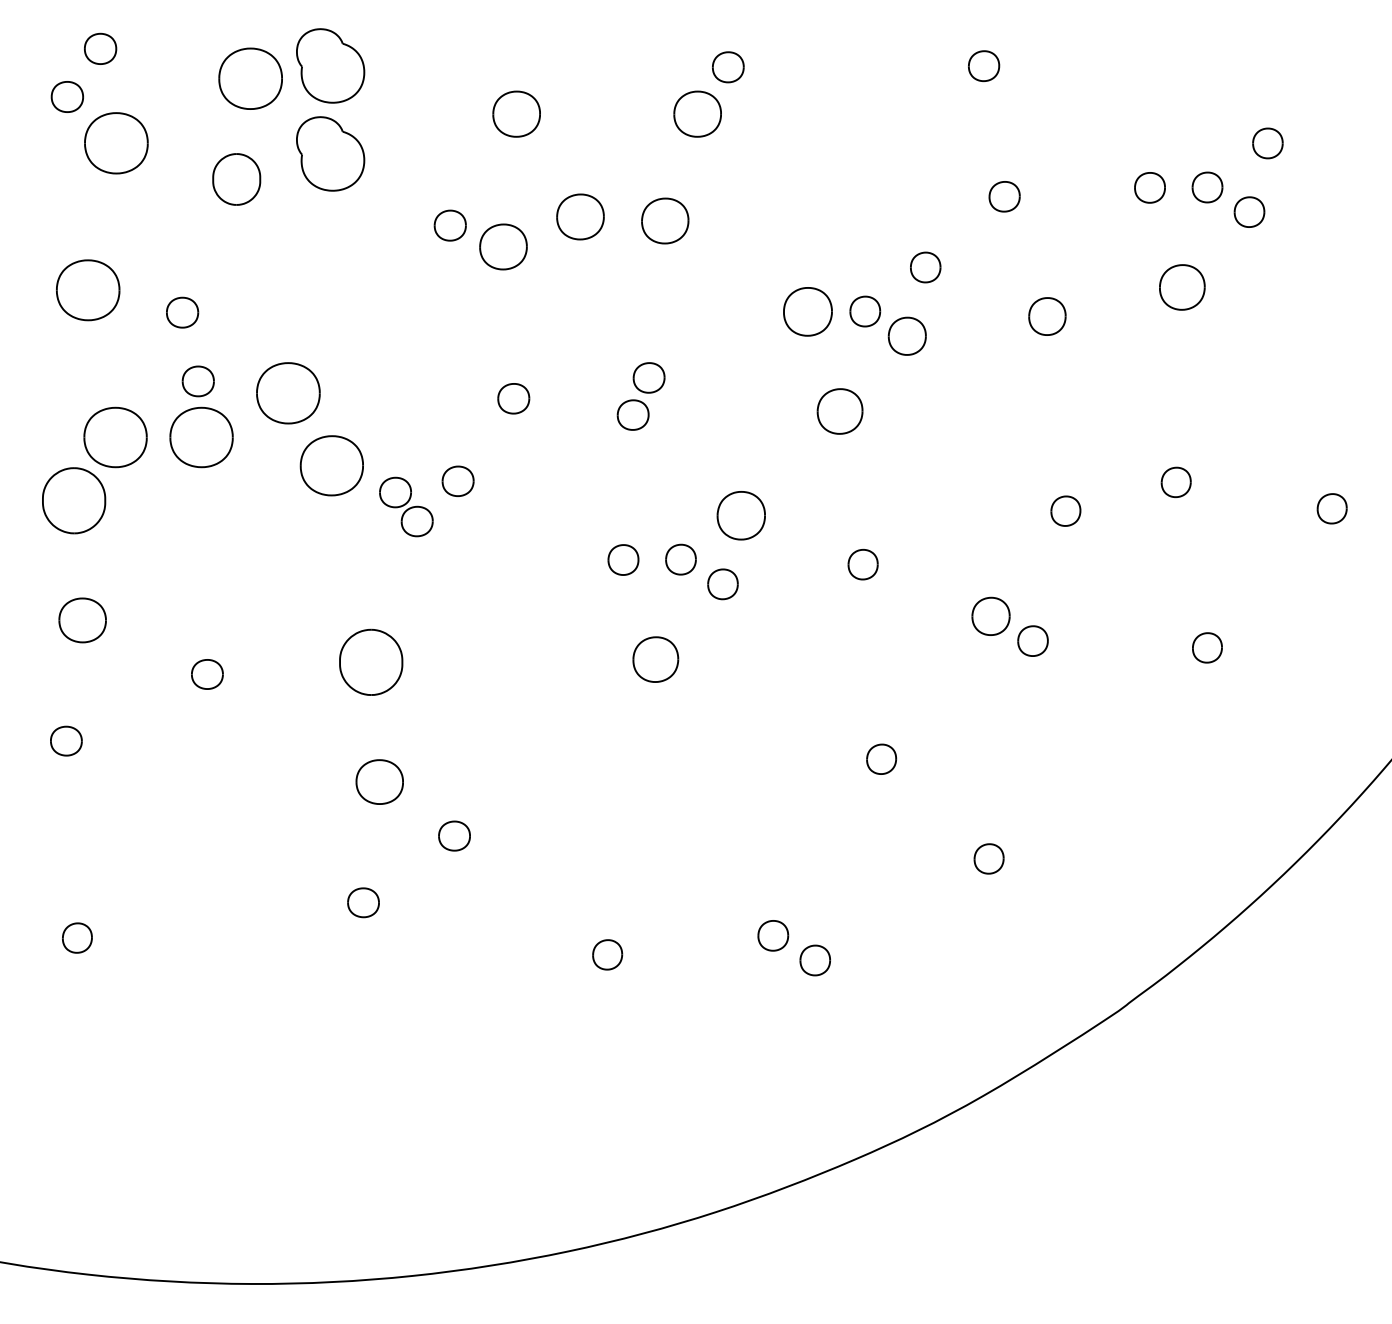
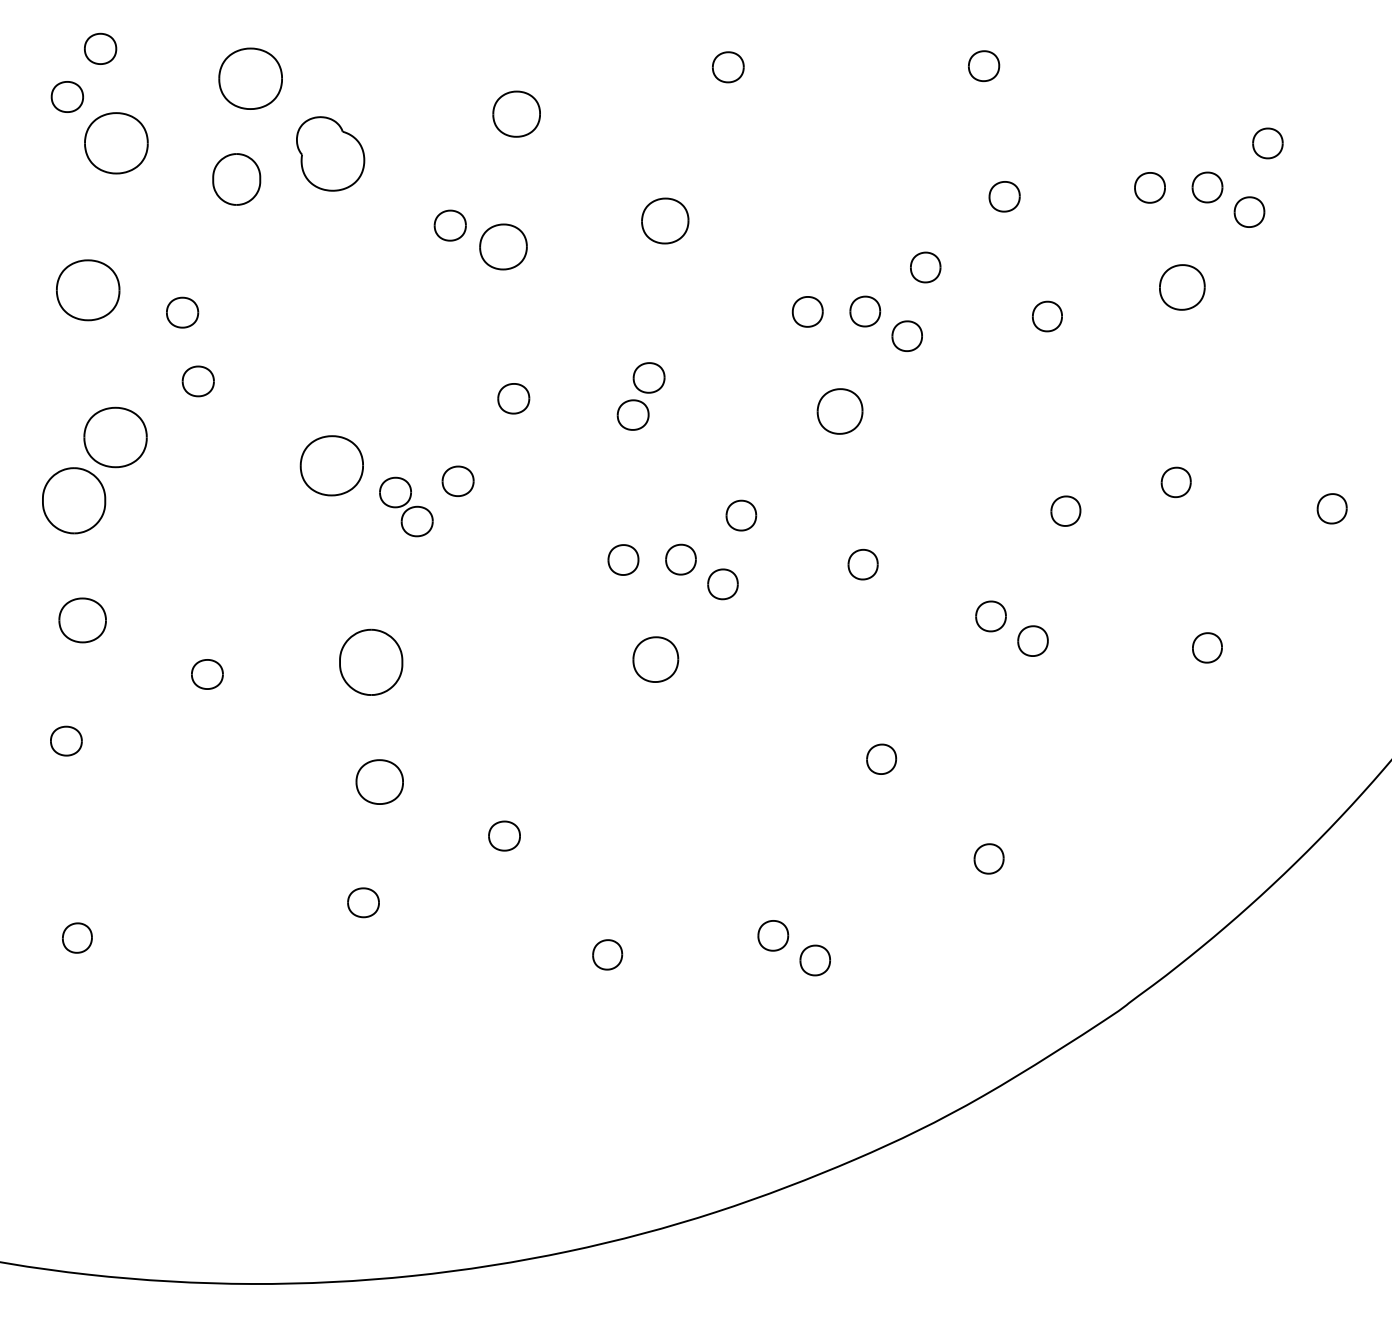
part at (330, 65): present -> none
part at (697, 113): present -> none
part at (580, 216): present -> none
part at (807, 311) size: 50x50 px -> 33x32 px
part at (1047, 316) size: 39x39 px -> 31x33 px
part at (906, 335) size: 40x40 px -> 32x32 px
part at (288, 393): present -> none
part at (201, 437): present -> none
part at (740, 515) size: 50x50 px -> 33x33 px
part at (990, 615) size: 40x40 px -> 32x33 px
part at (454, 835) position: (454, 835) -> (504, 835)
